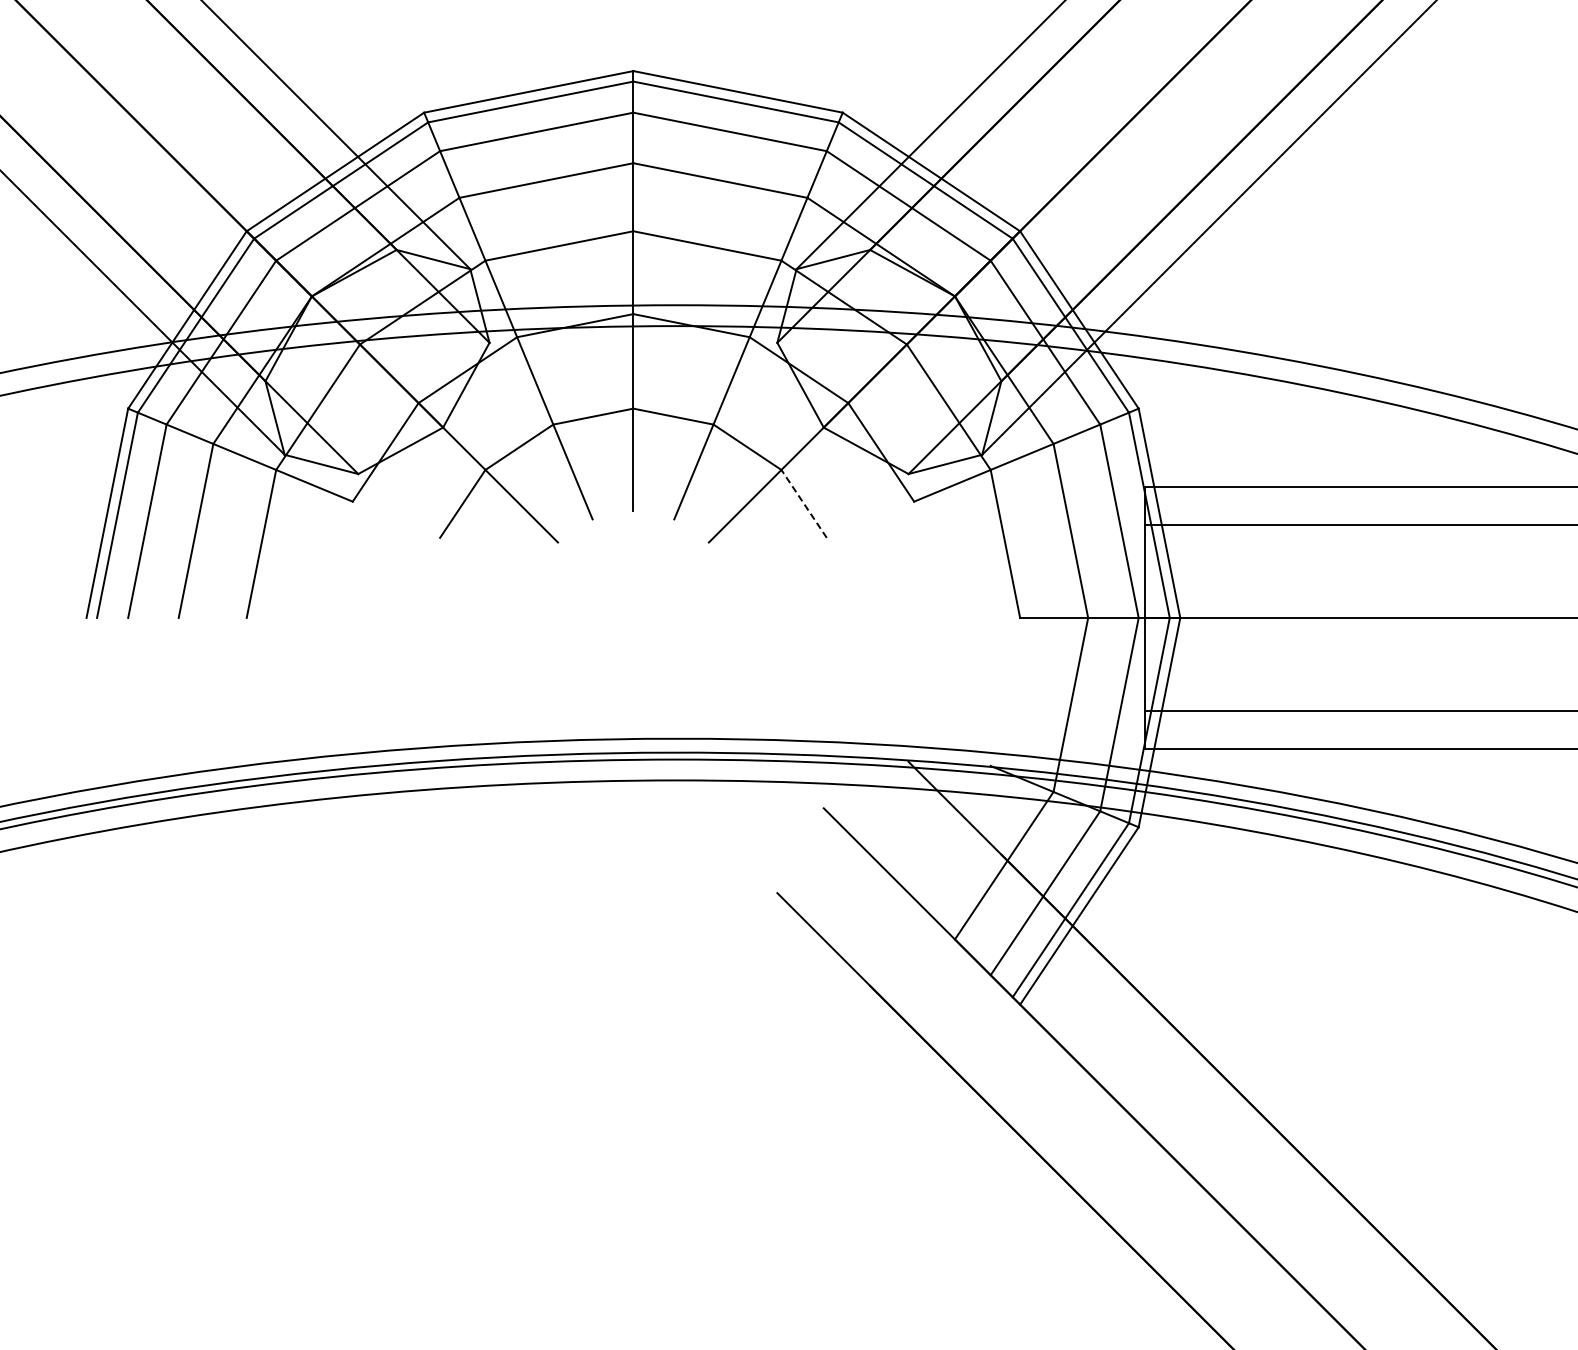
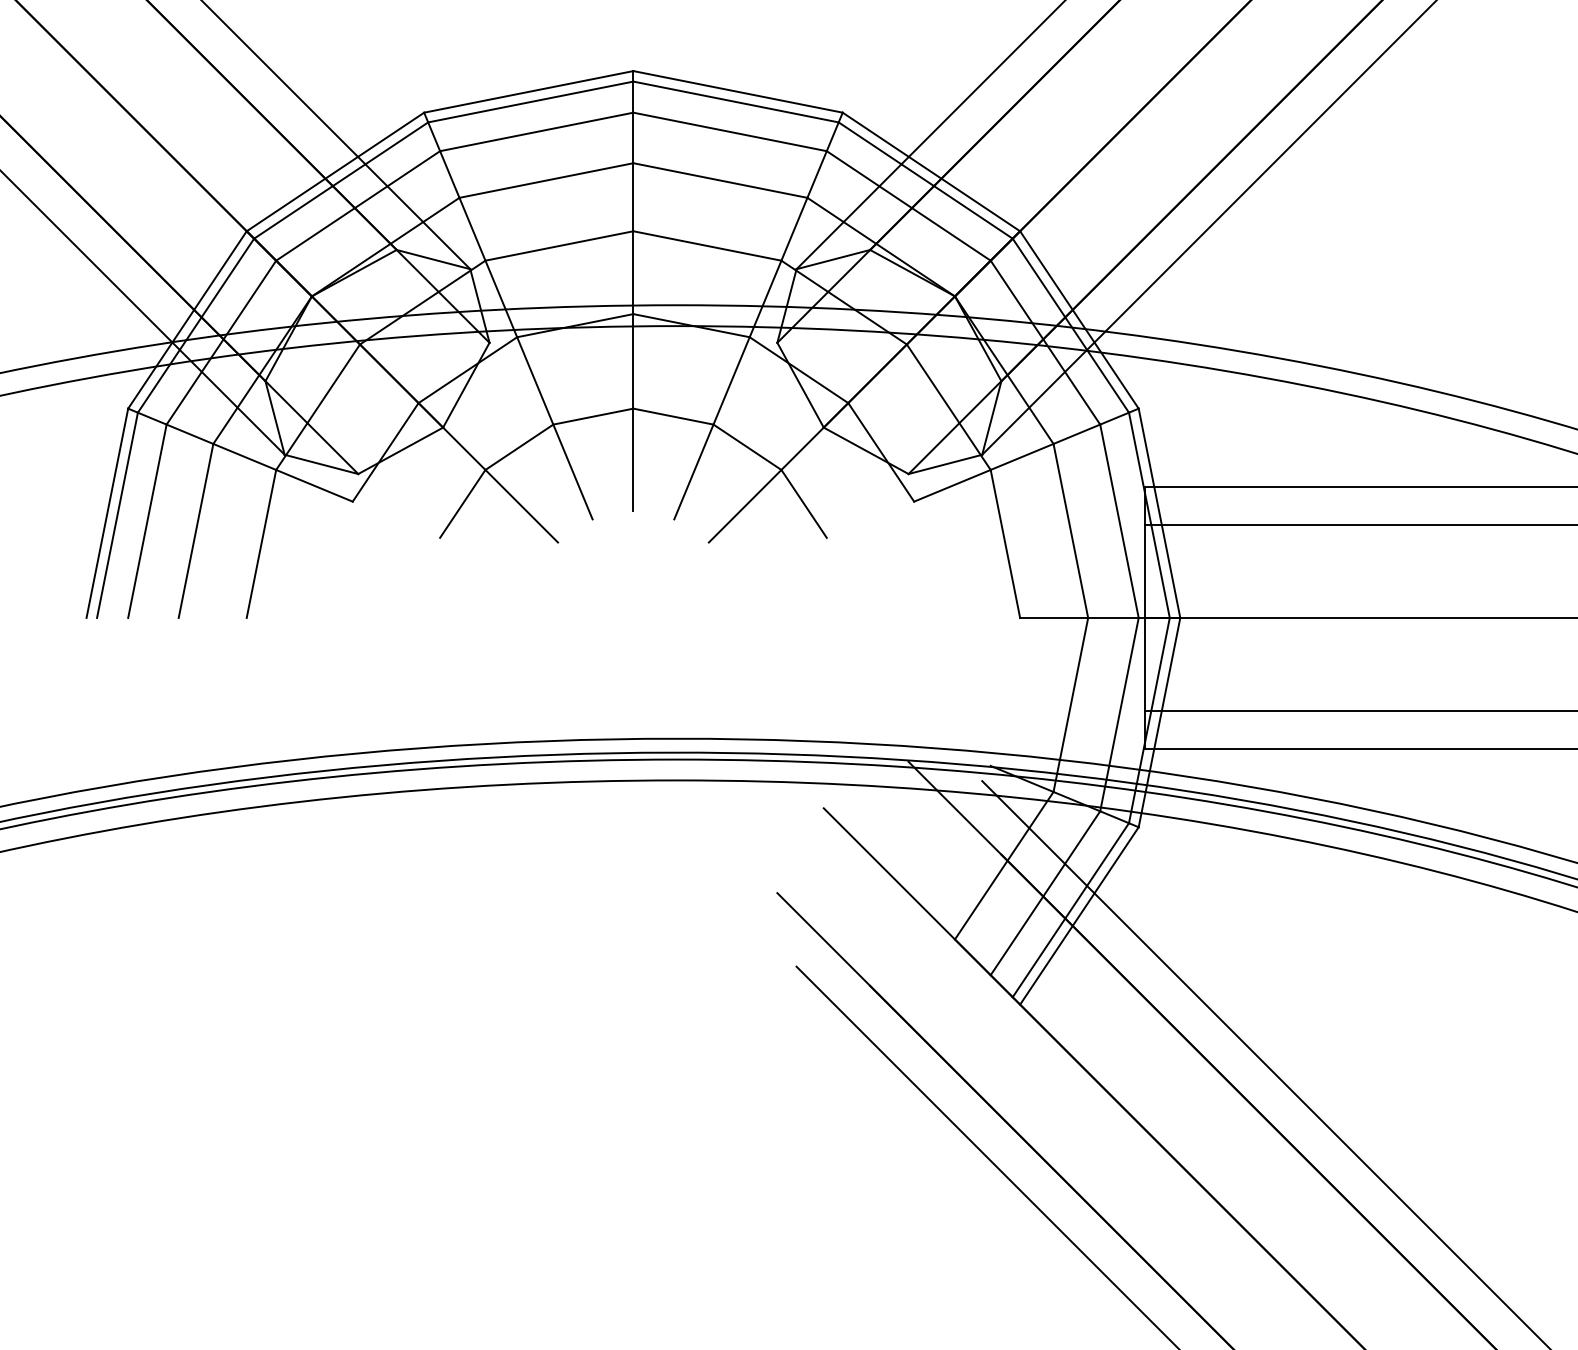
line at (804, 503): dashed -> solid
line at (1264, 1063): none -> present
line at (986, 1156): none -> present
